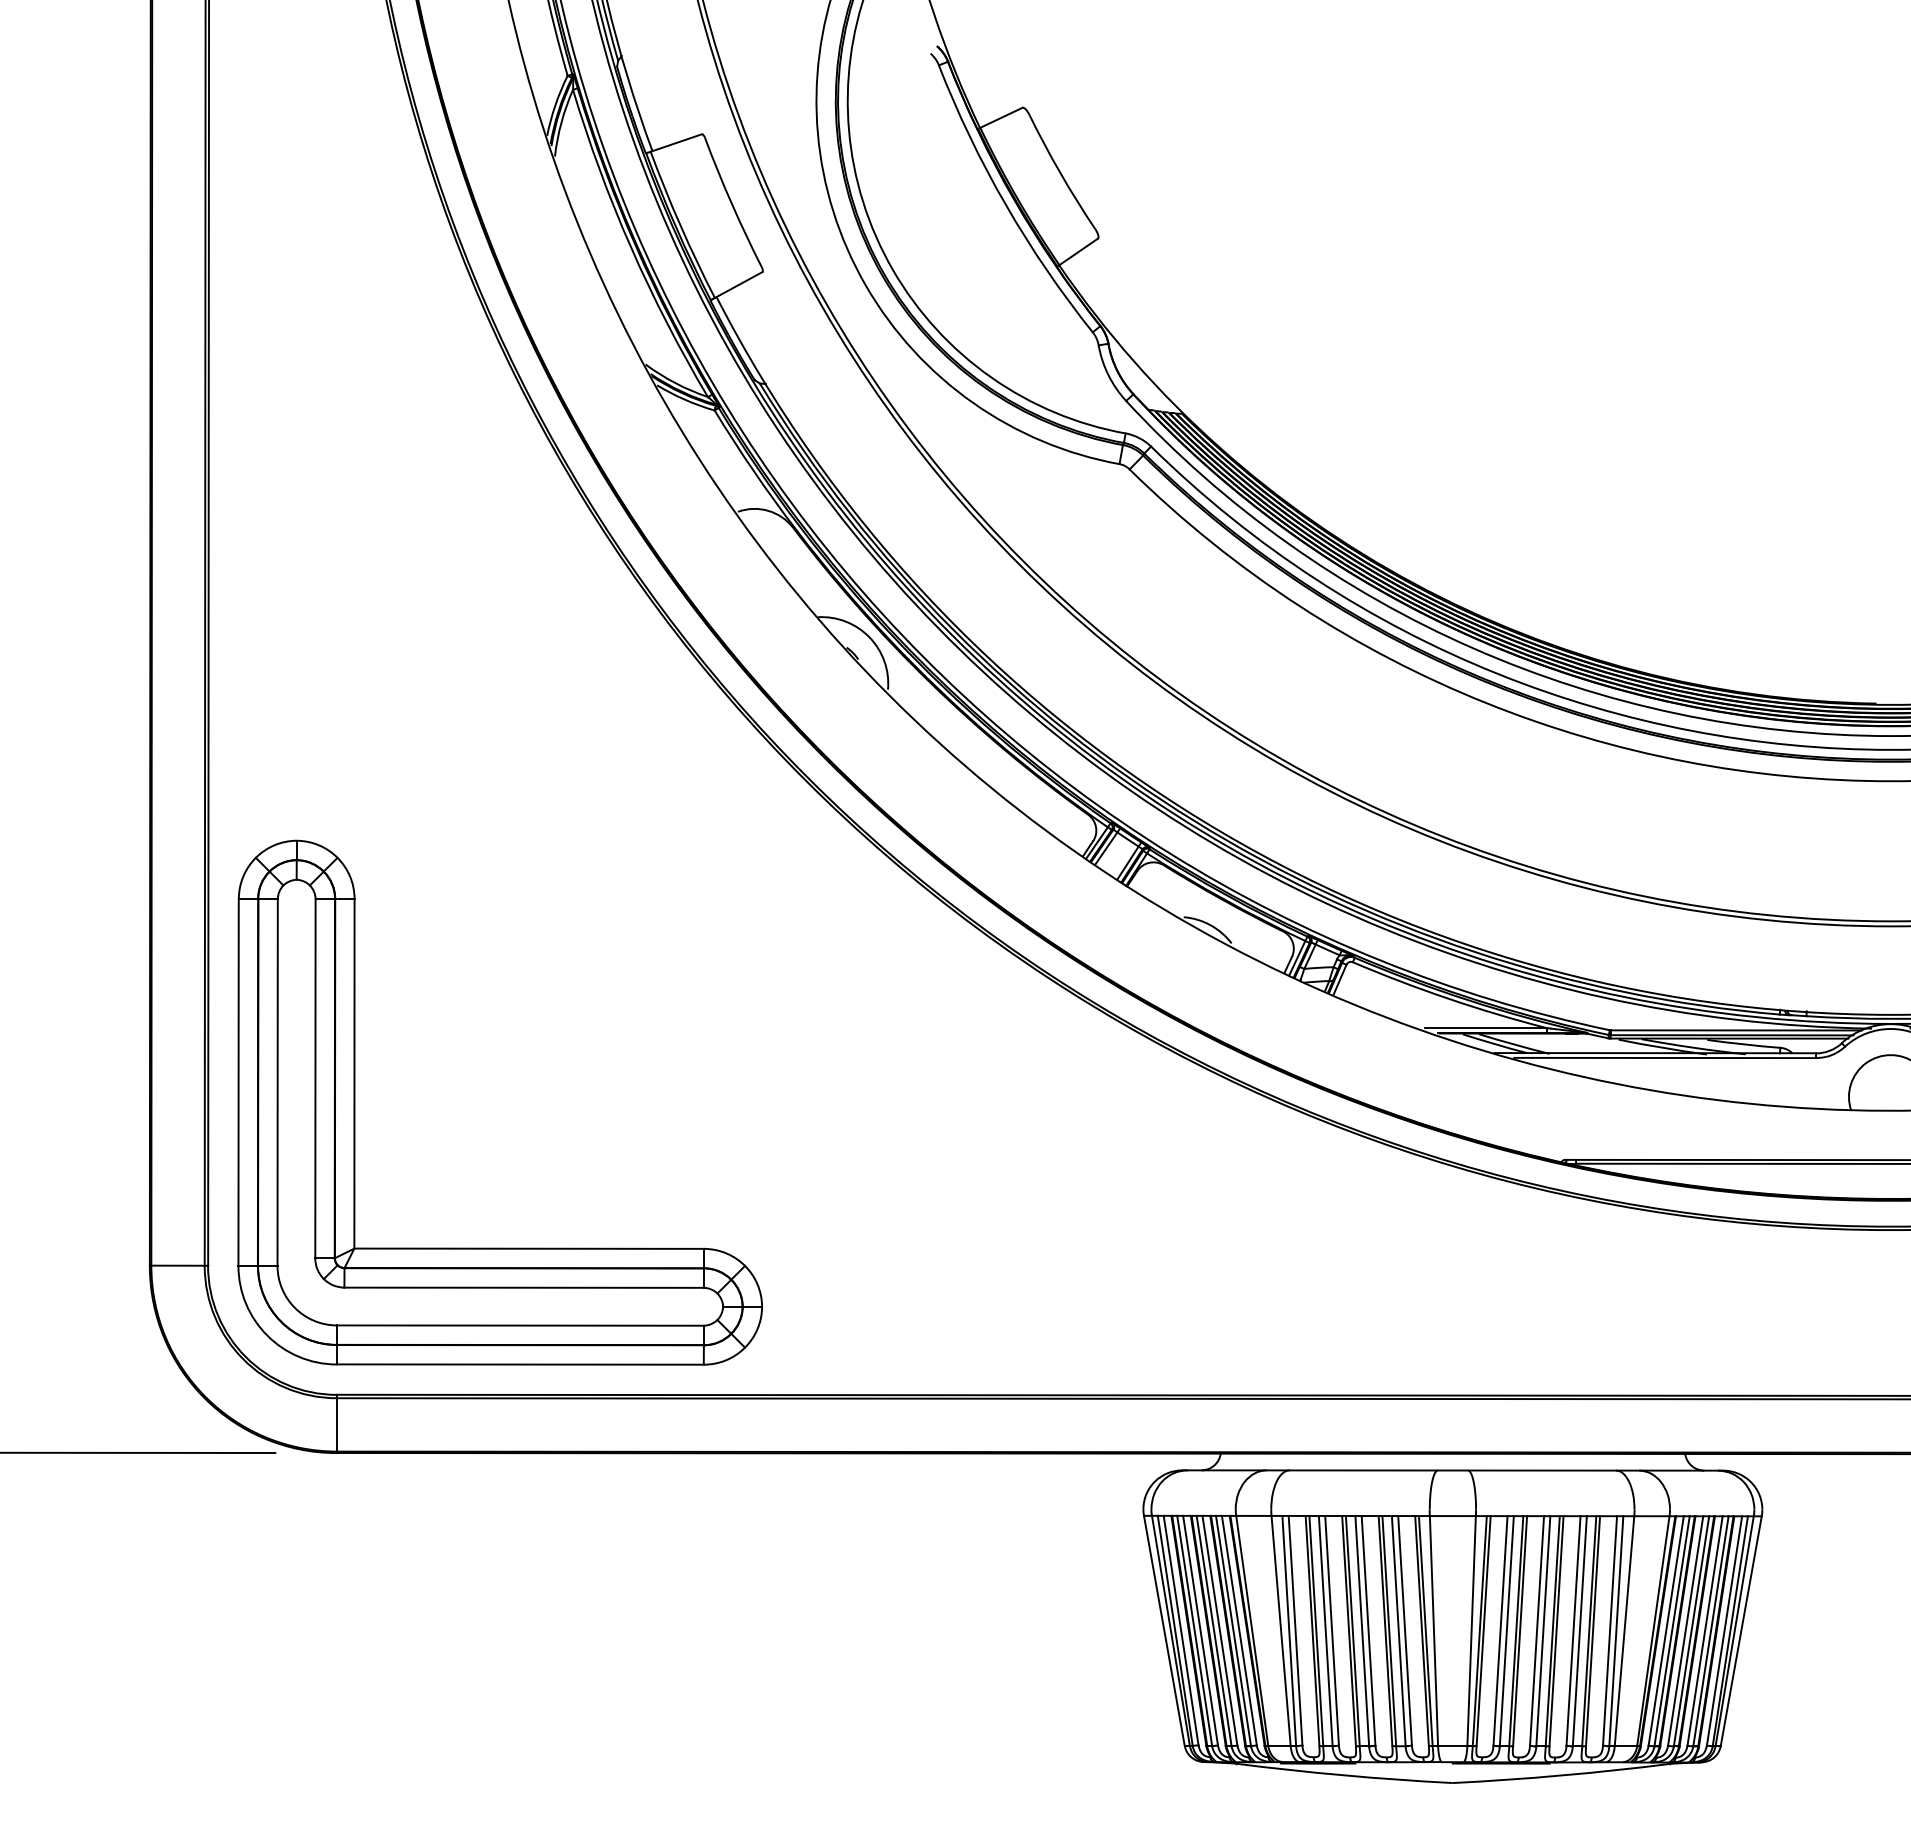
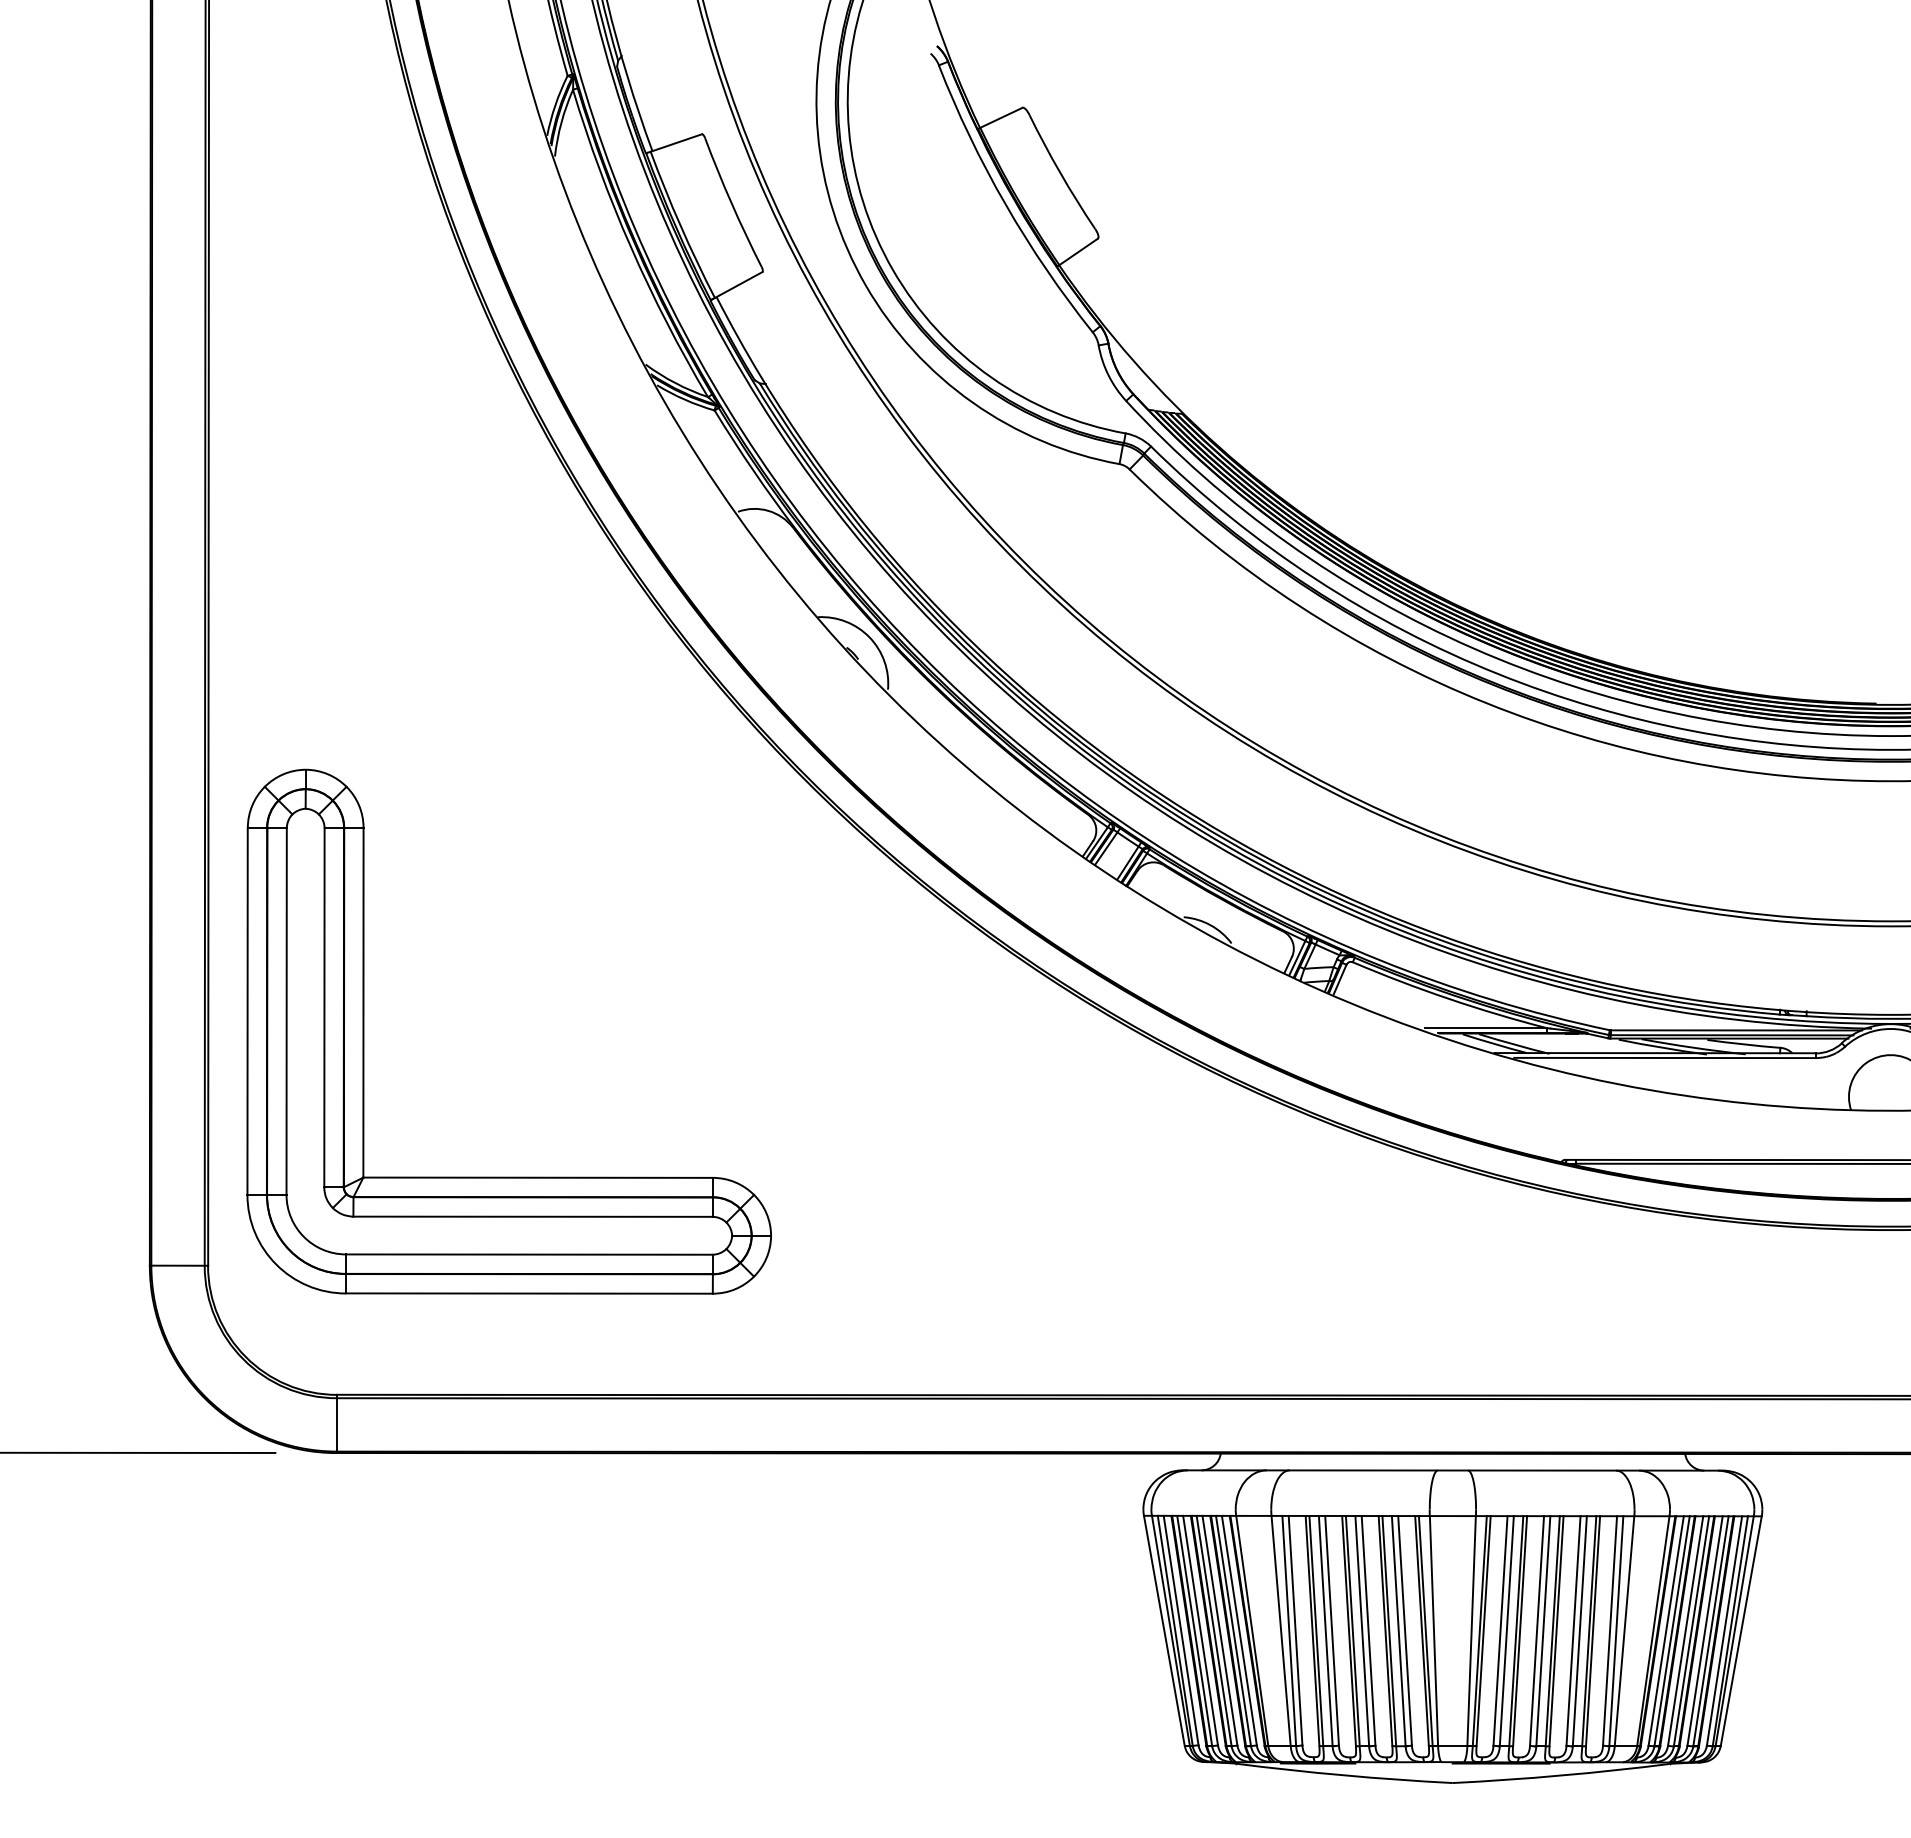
part at (355, 1102) position: (355, 1102) -> (364, 1031)
